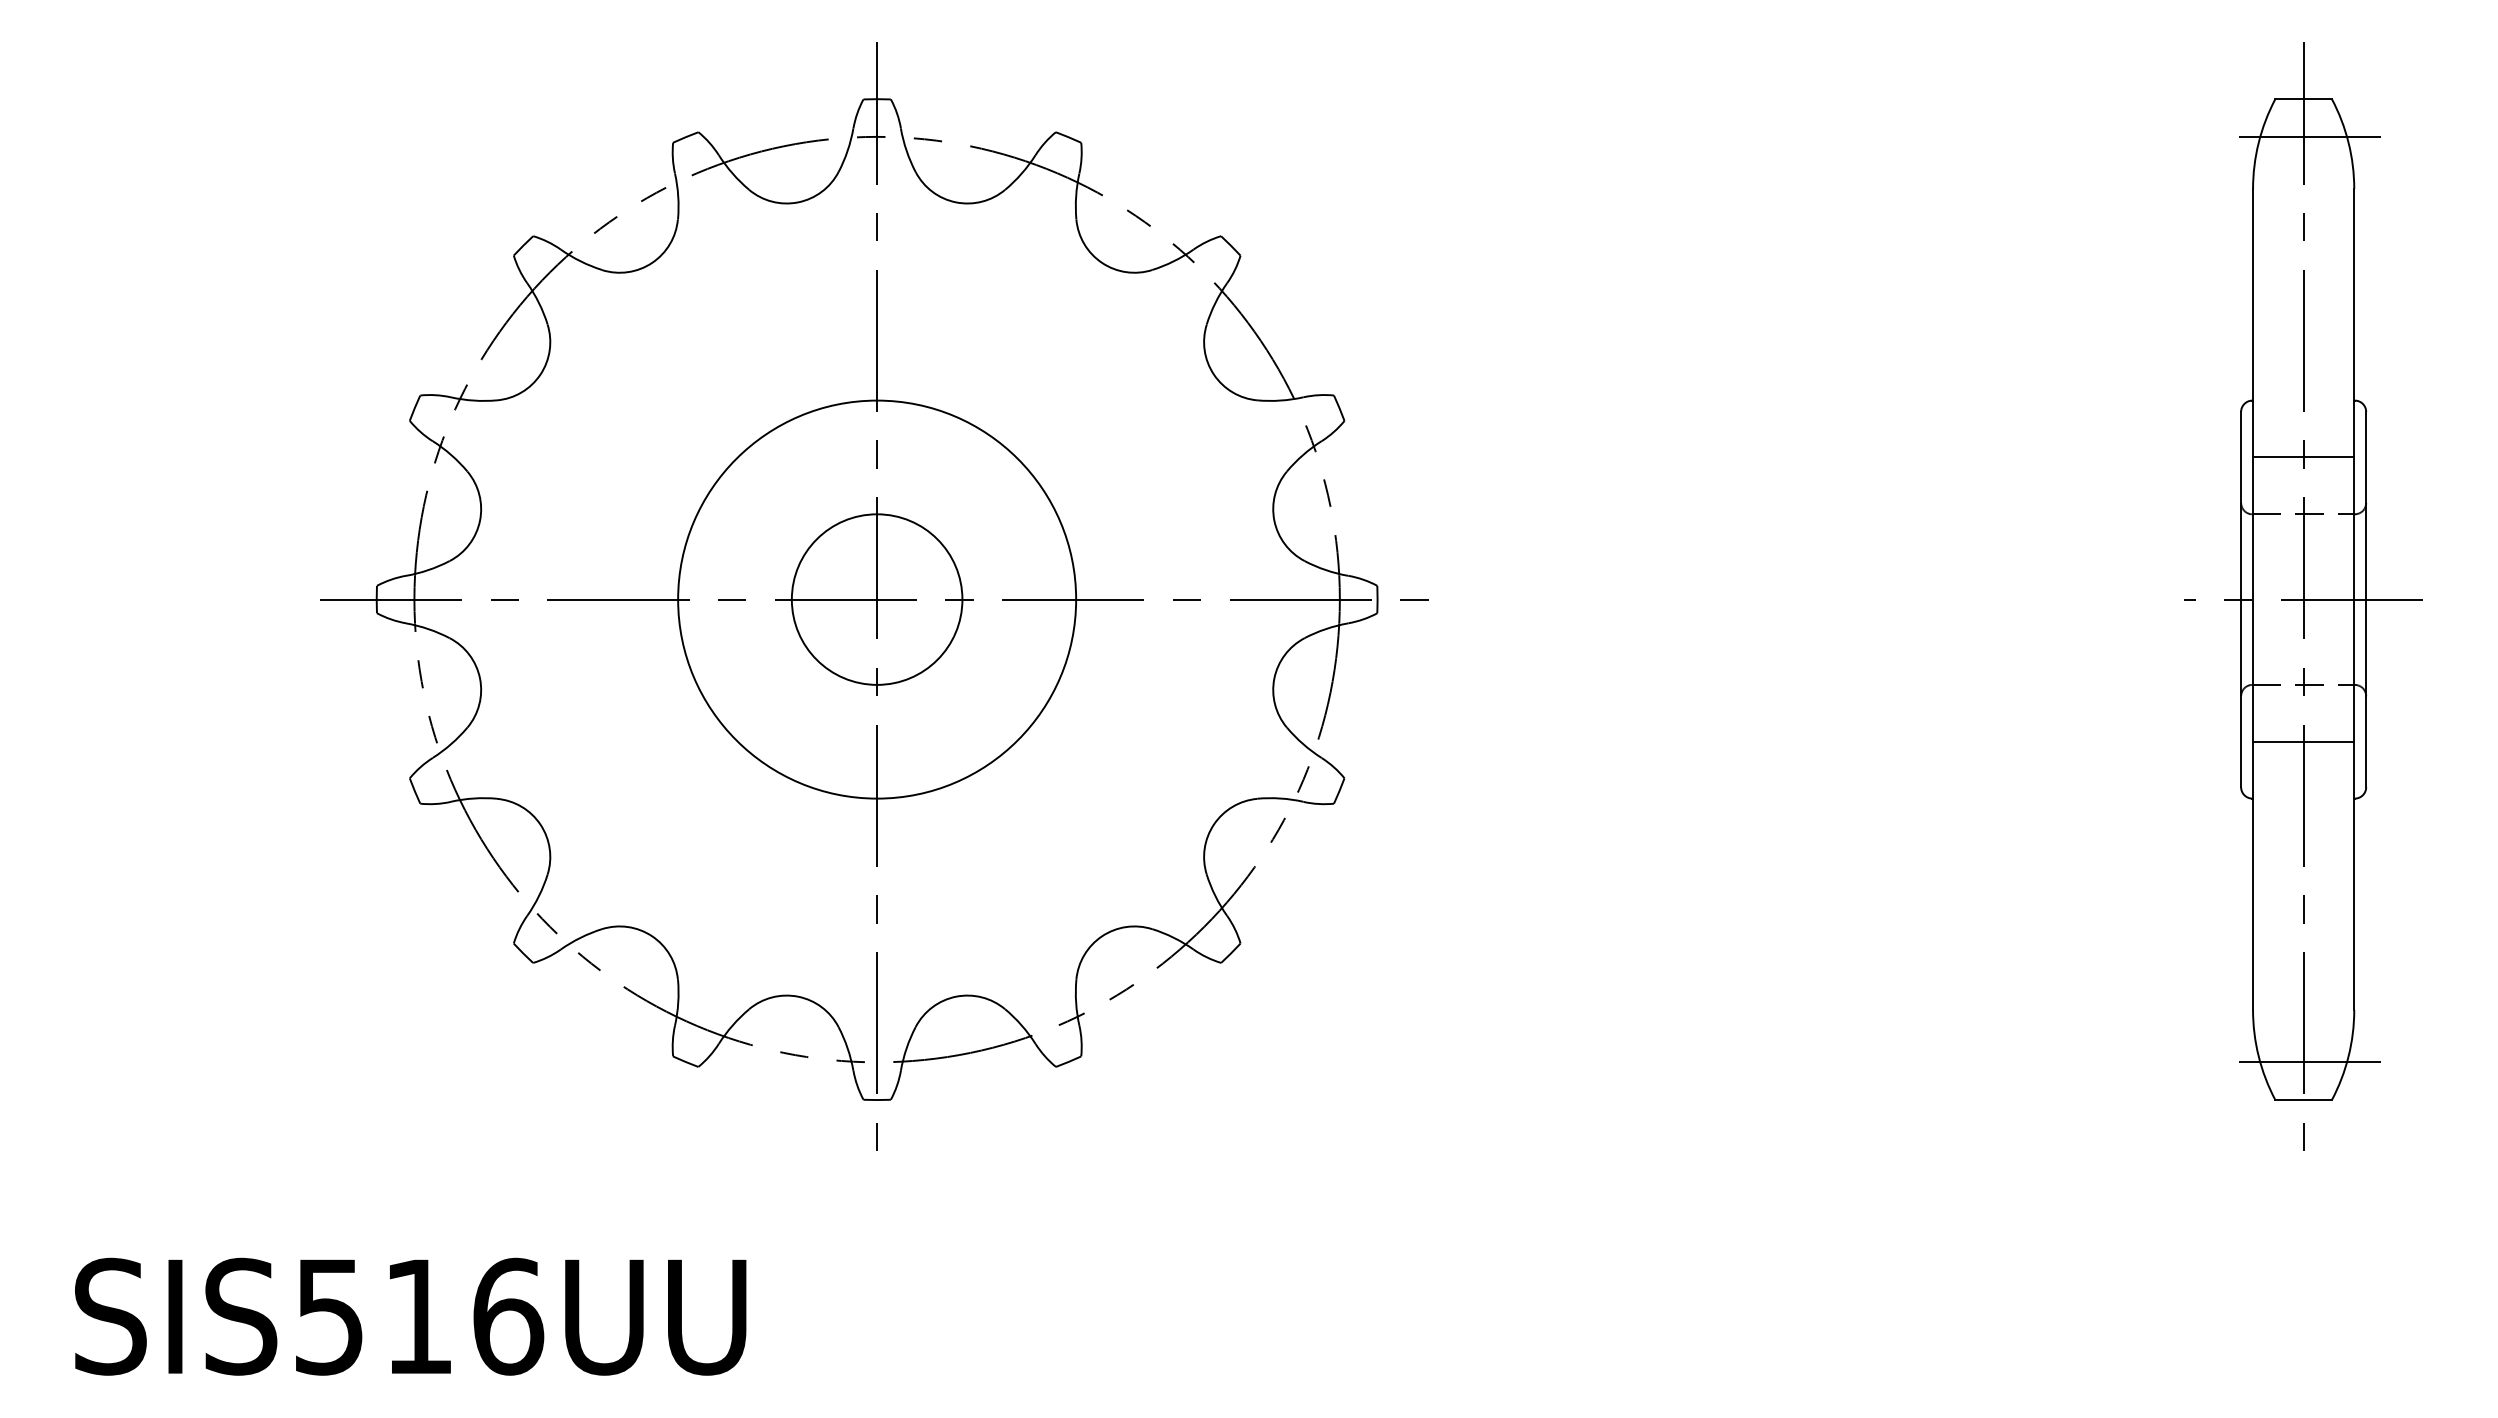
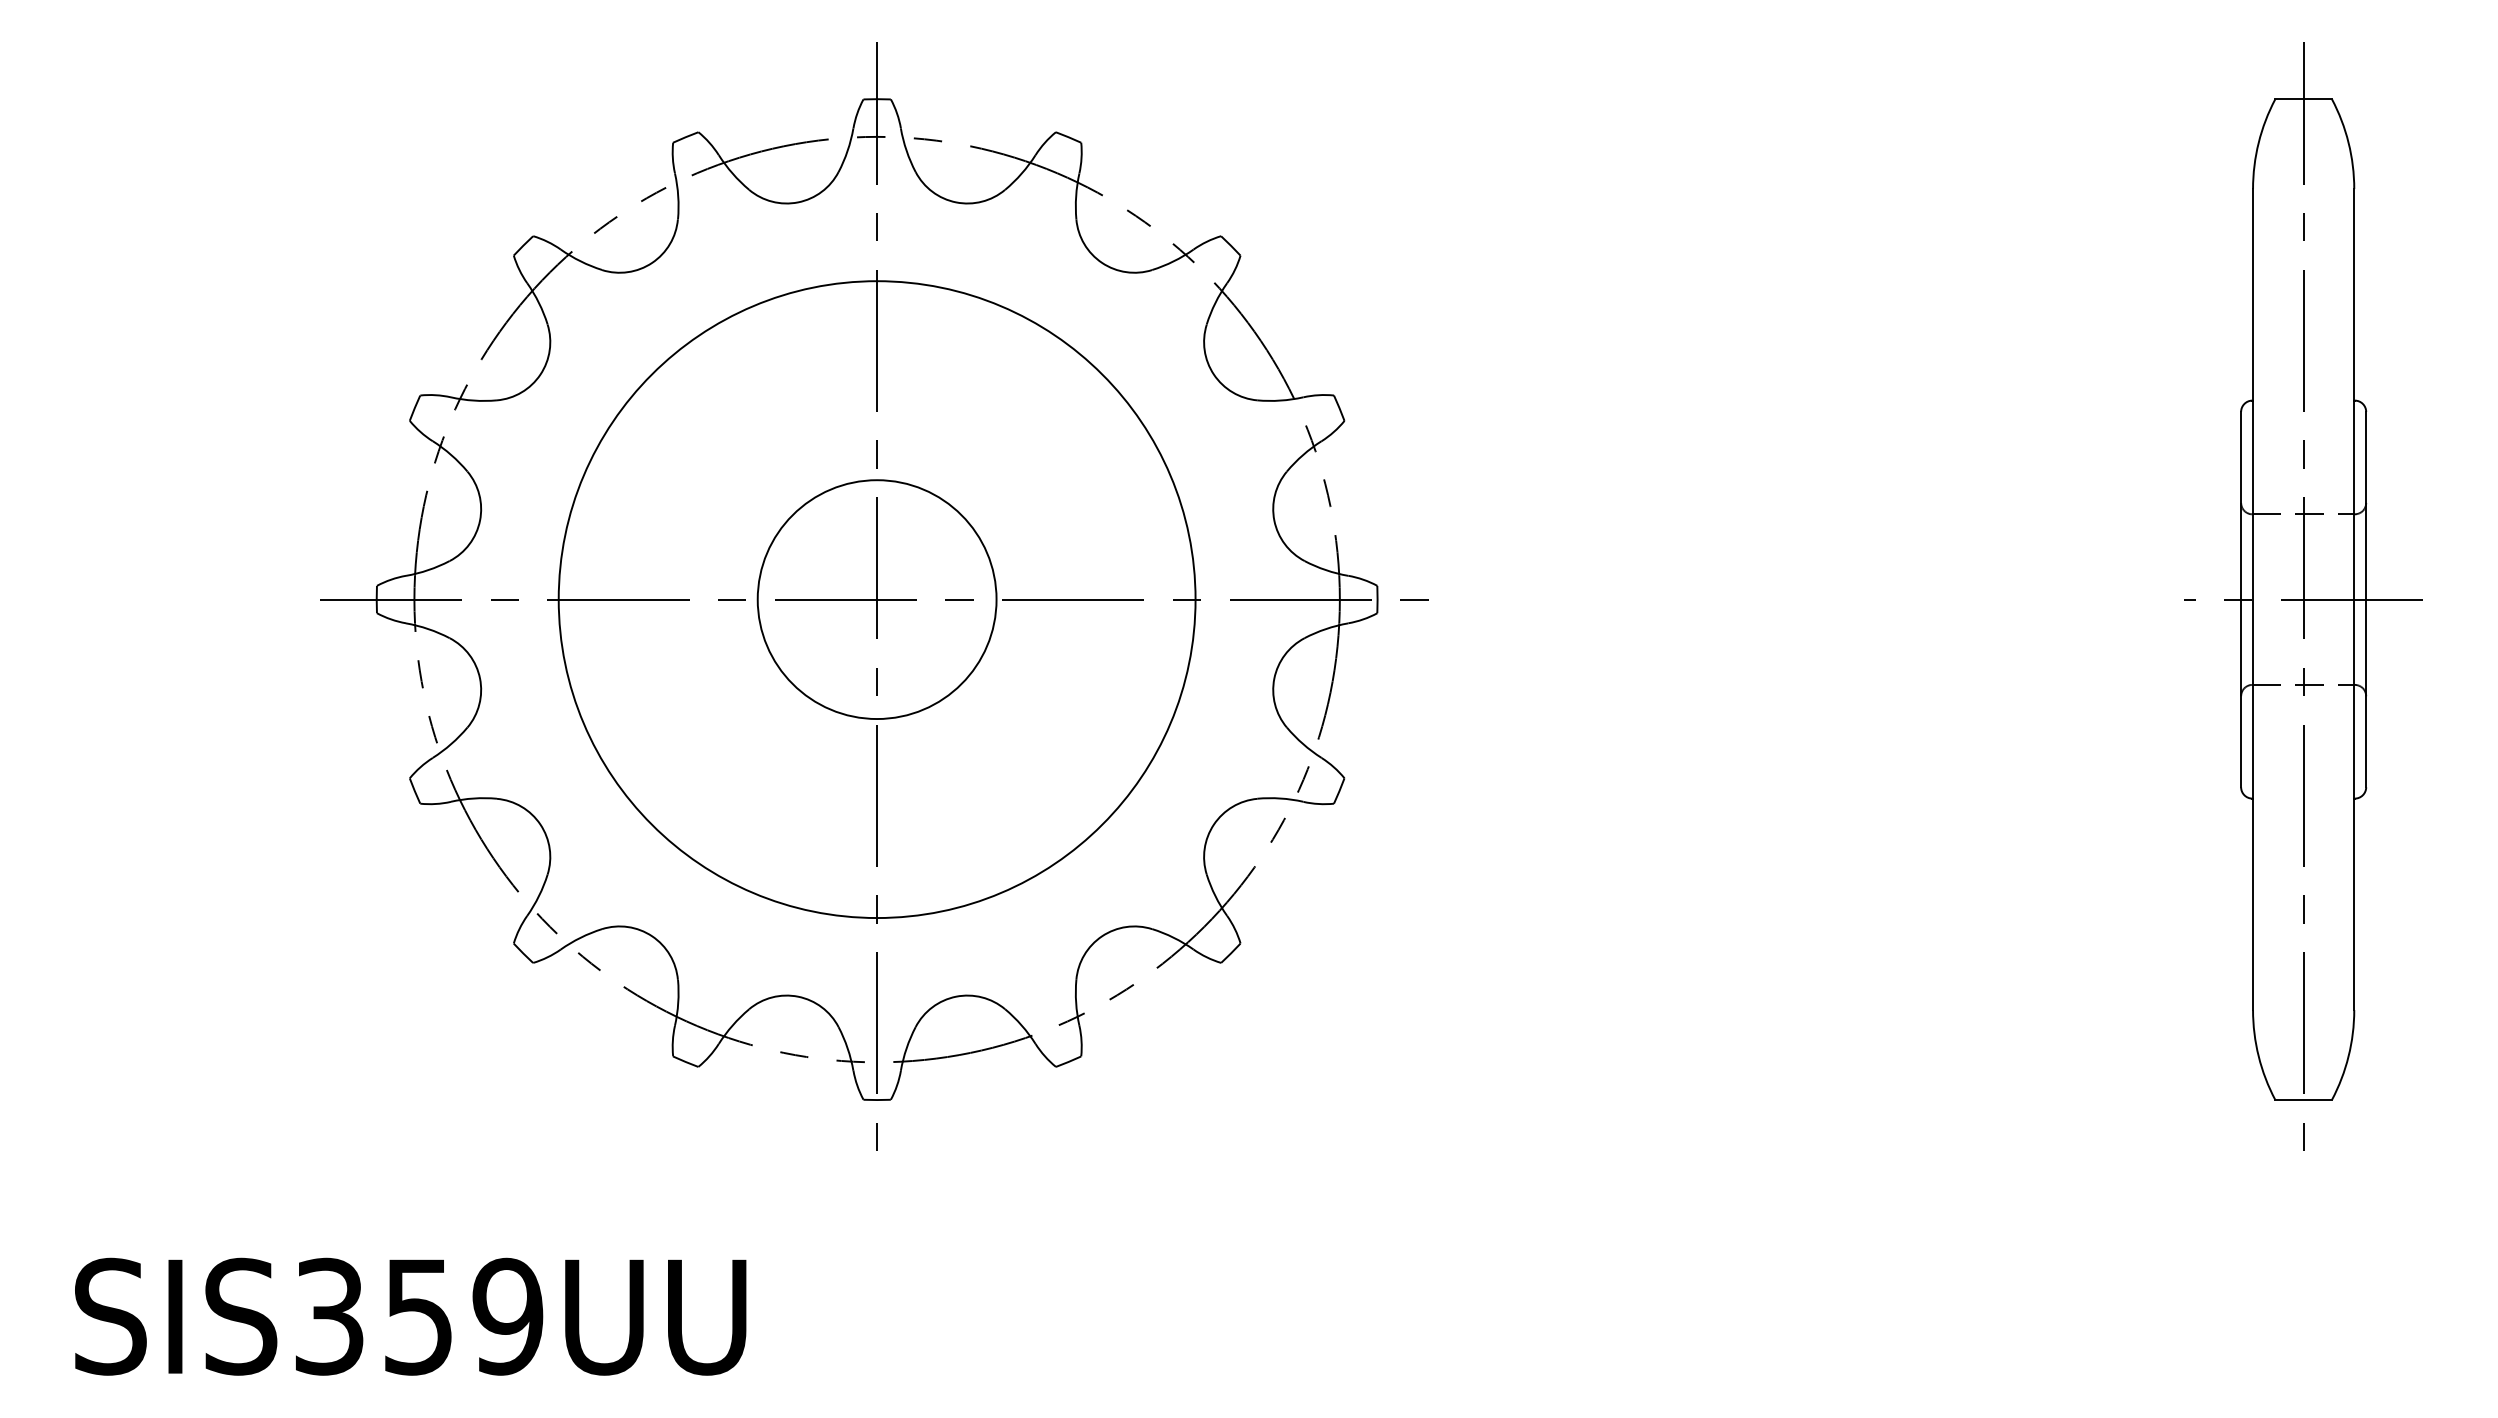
line at (2303, 136): present -> none
line at (2303, 457): present -> none
circle at (876, 599) diameter: 171 px -> 239 px
circle at (877, 599) diameter: 398 px -> 637 px
line at (2303, 741): present -> none
line at (2303, 1062): present -> none
text at (420, 1316): SIS516UU -> SIS359UU
